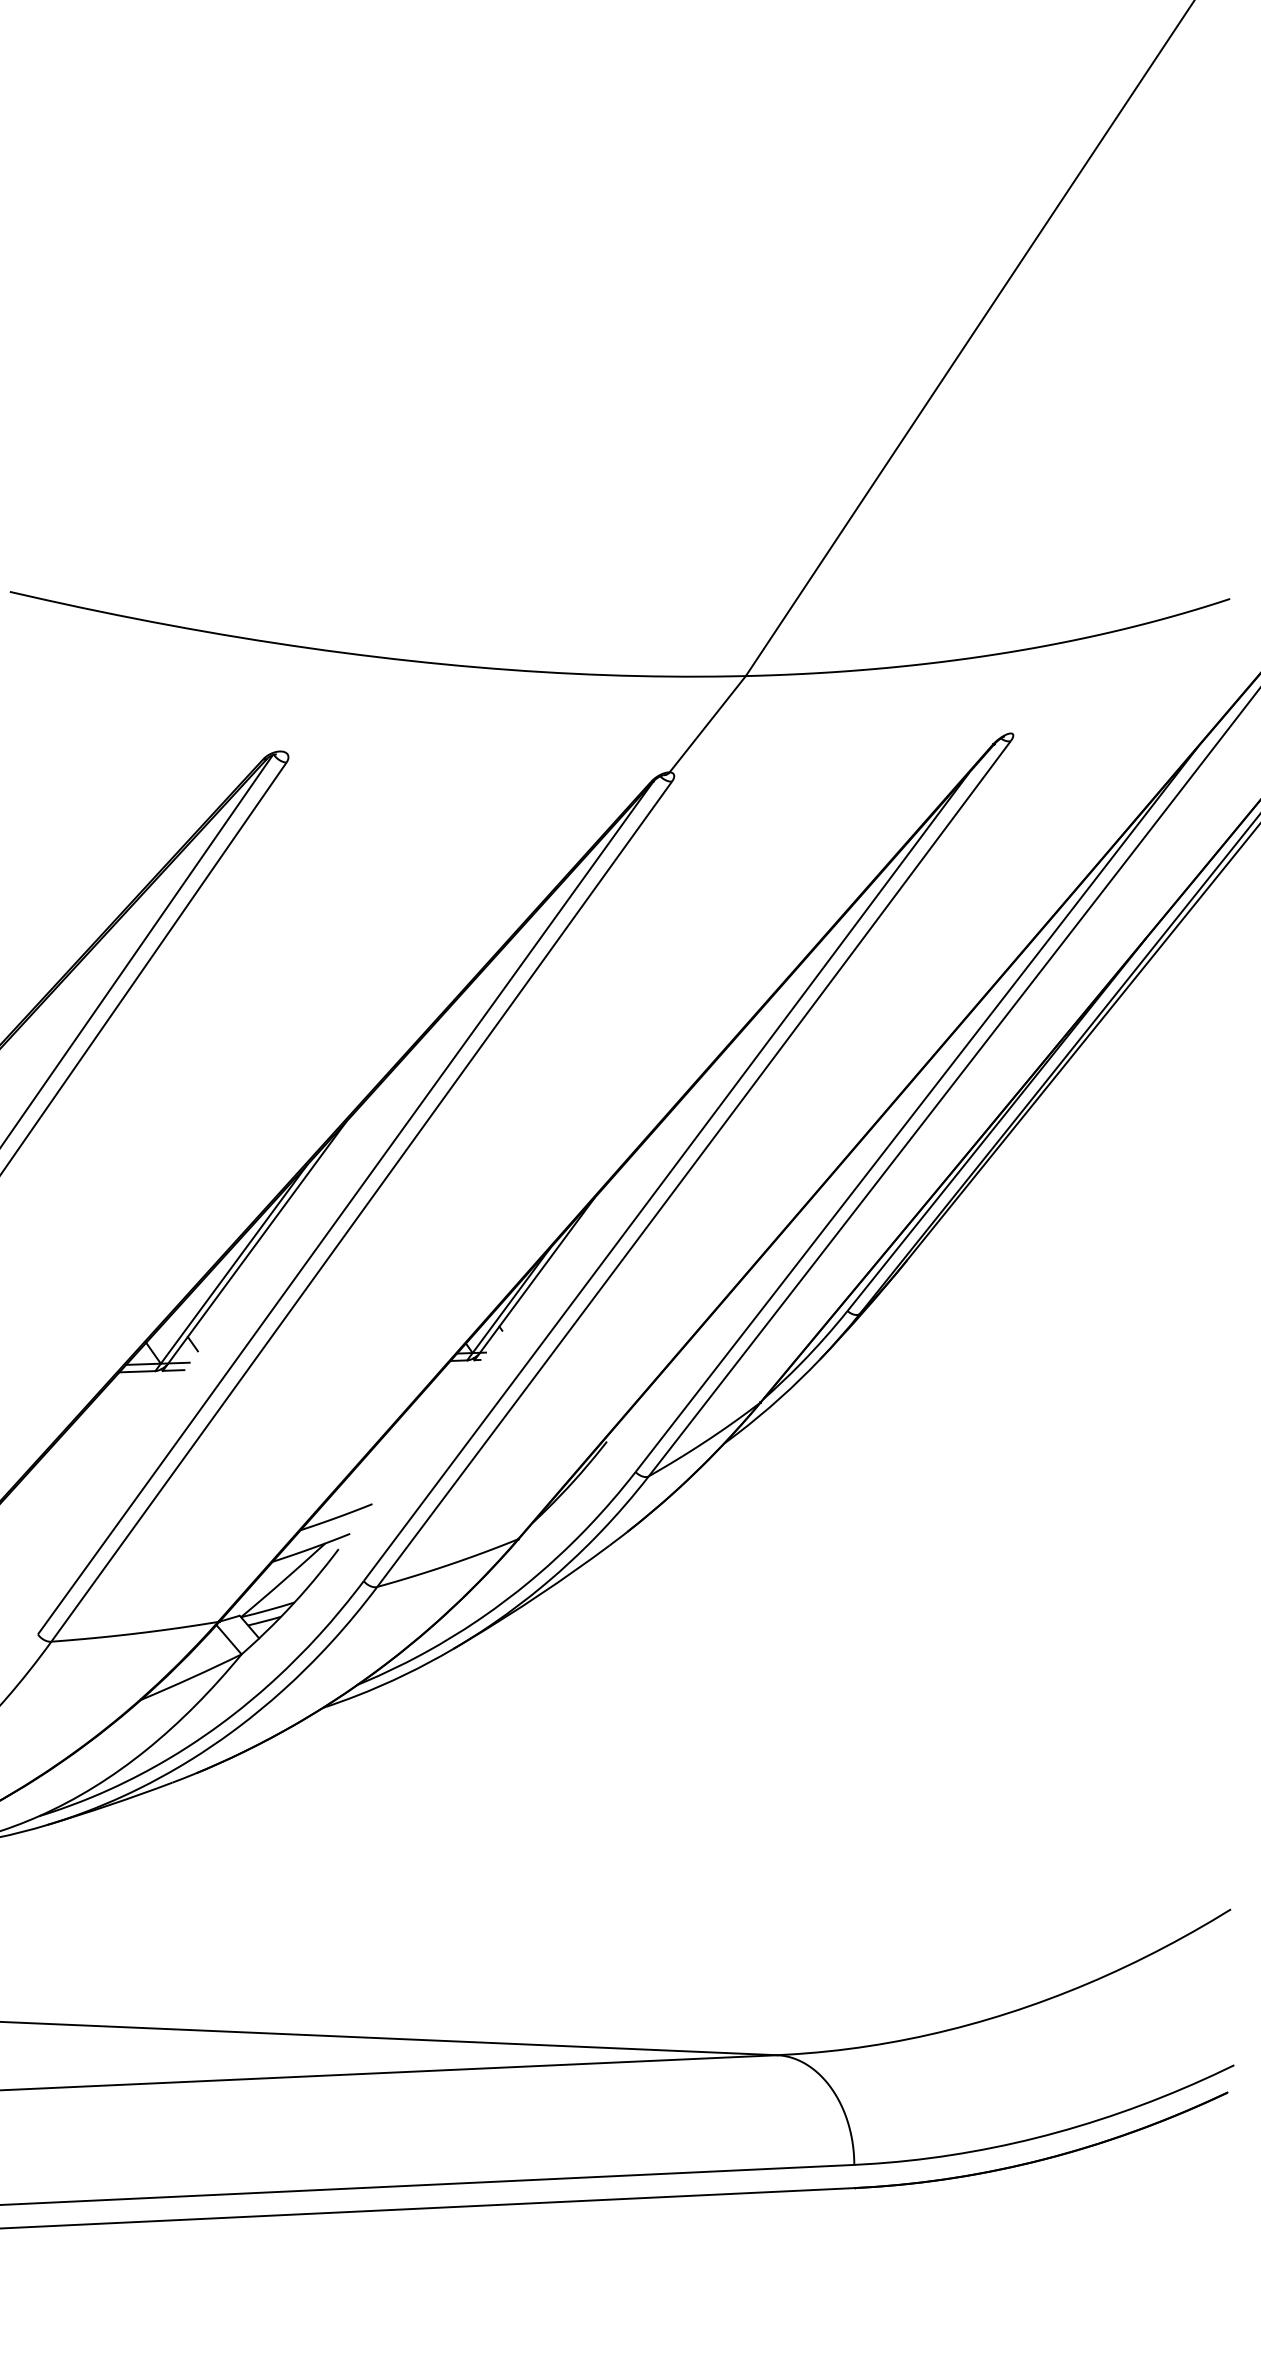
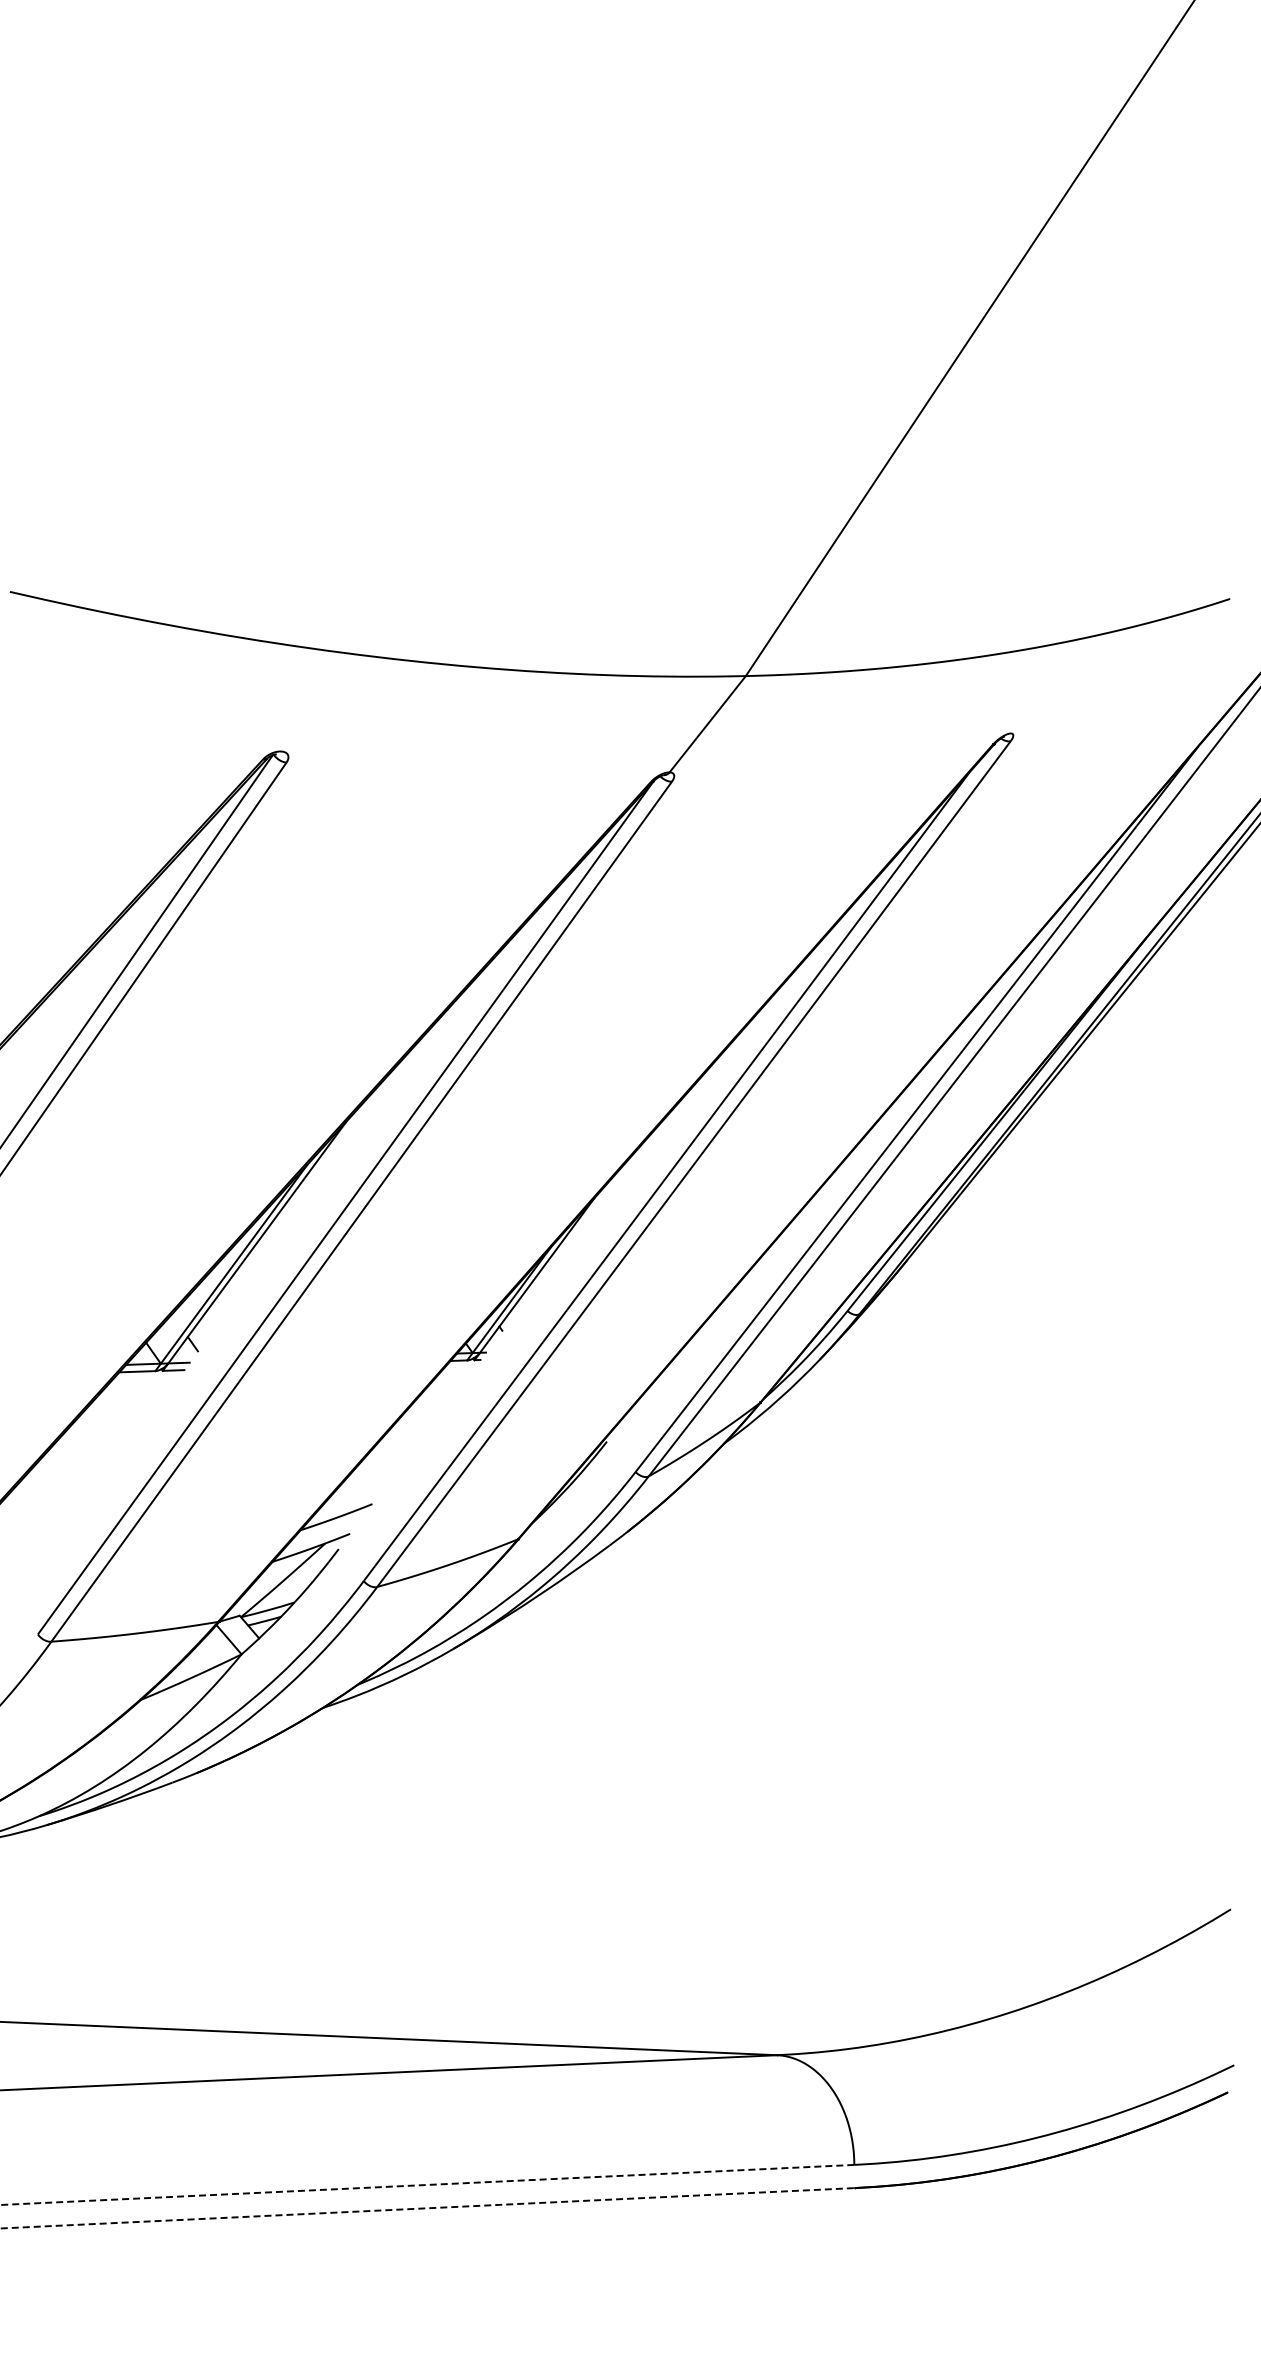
line at (426, 2184): solid -> dashed
line at (428, 2208): solid -> dashed
